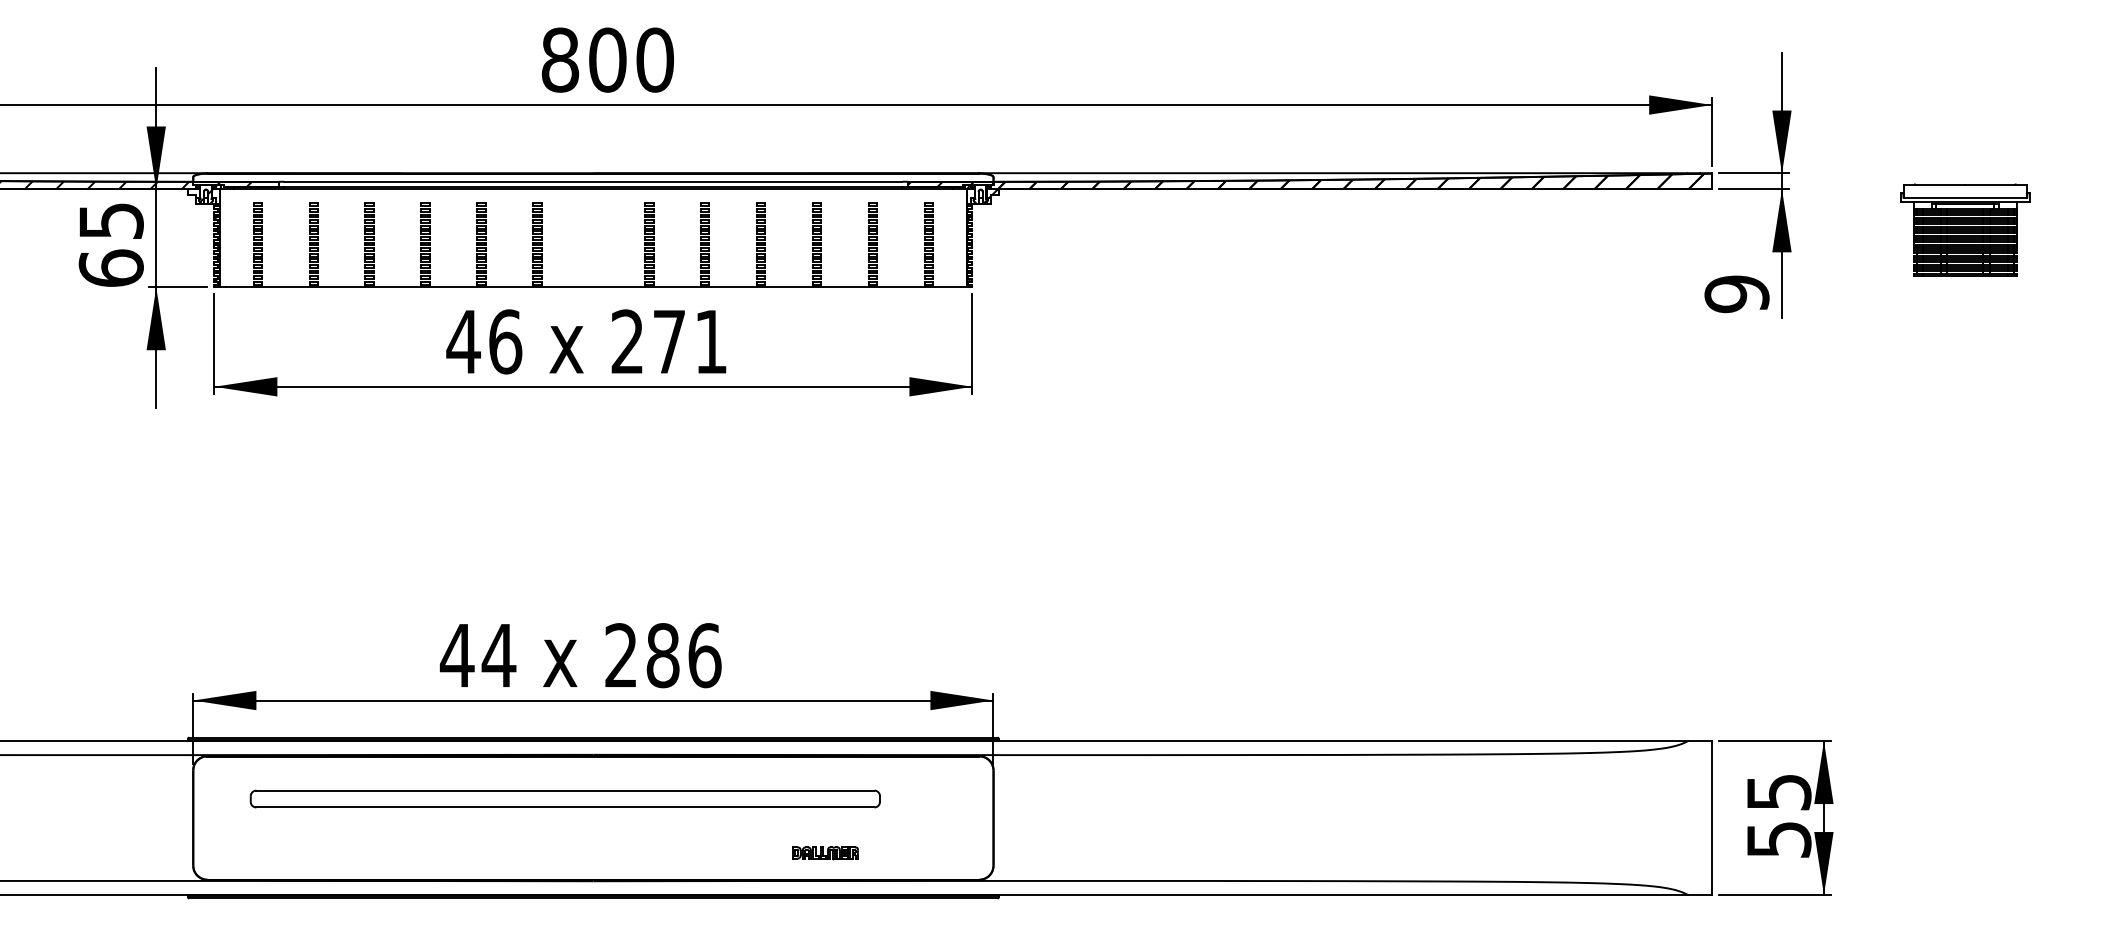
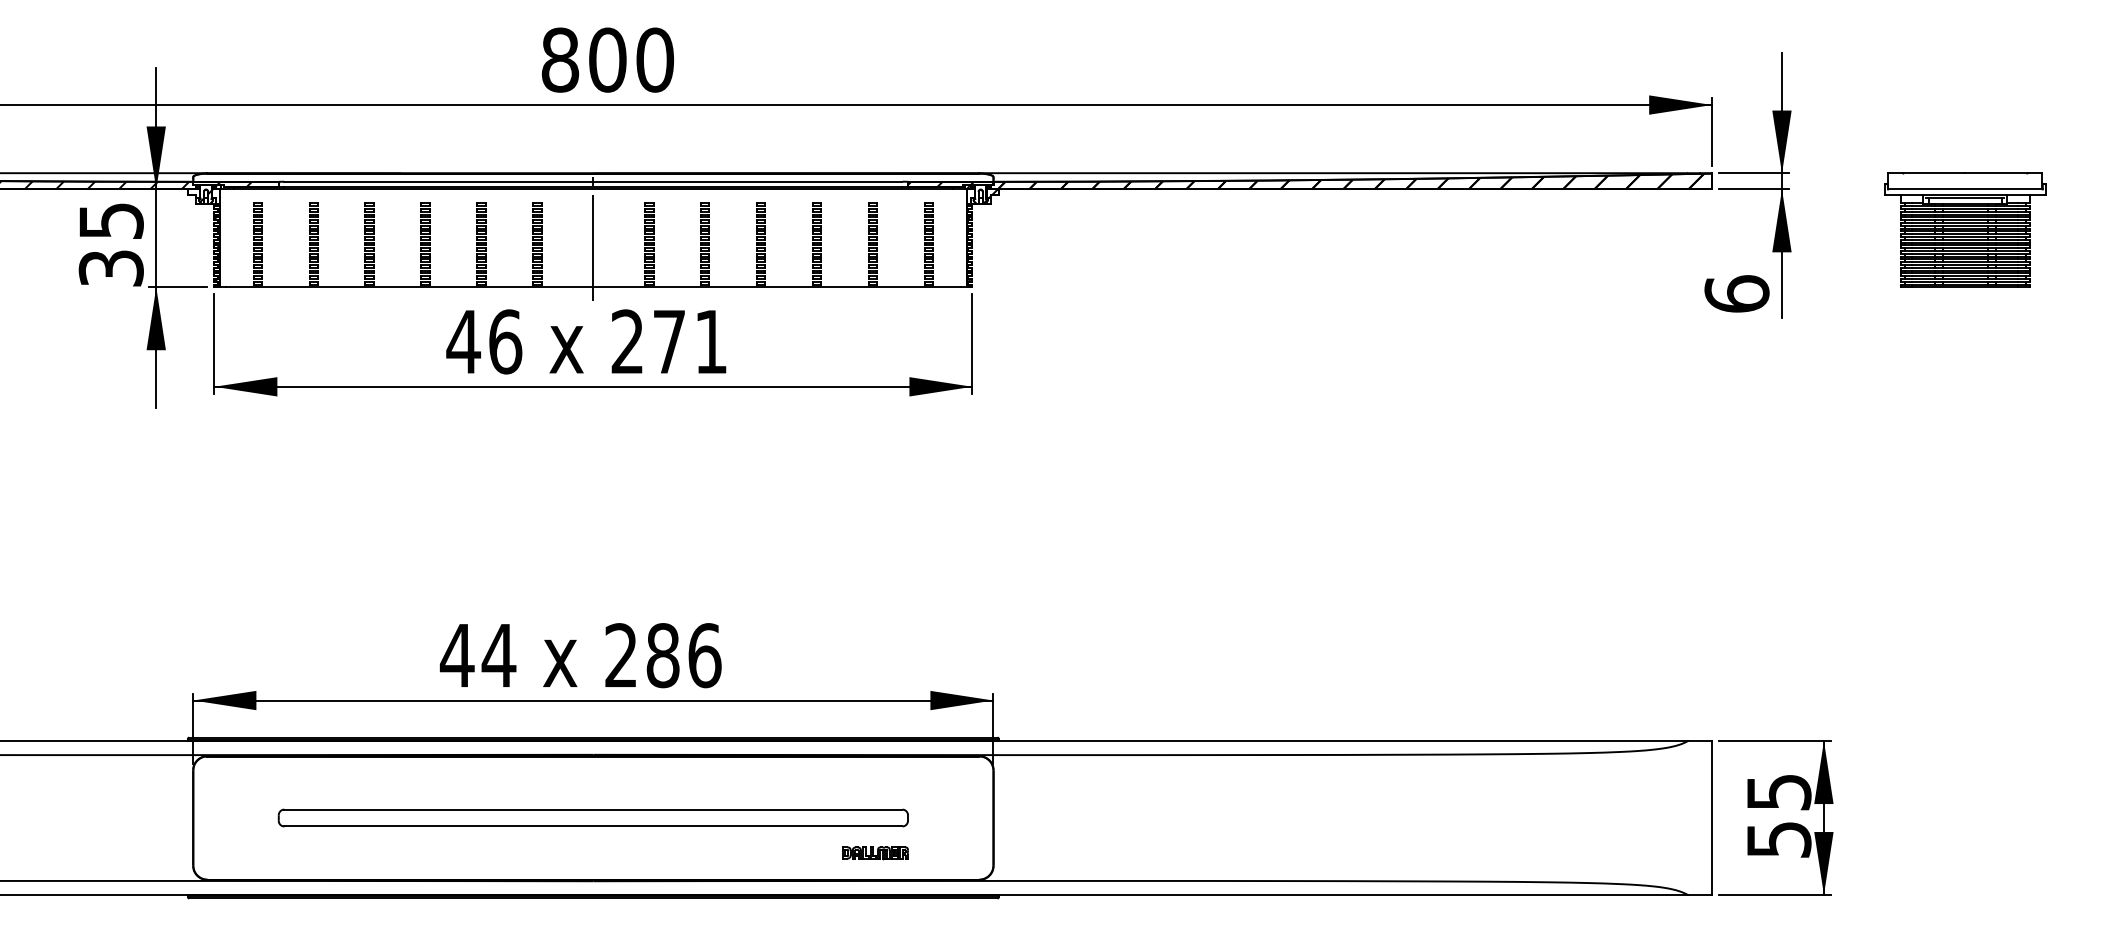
part at (1965, 229) size: 131x94 px -> 163x116 px
line at (593, 238): none -> present
text at (110, 267): 65 -> 35
text at (1736, 294): 9 -> 6
part at (564, 798) position: (564, 798) -> (592, 817)
part at (825, 853) position: (825, 853) -> (875, 853)
